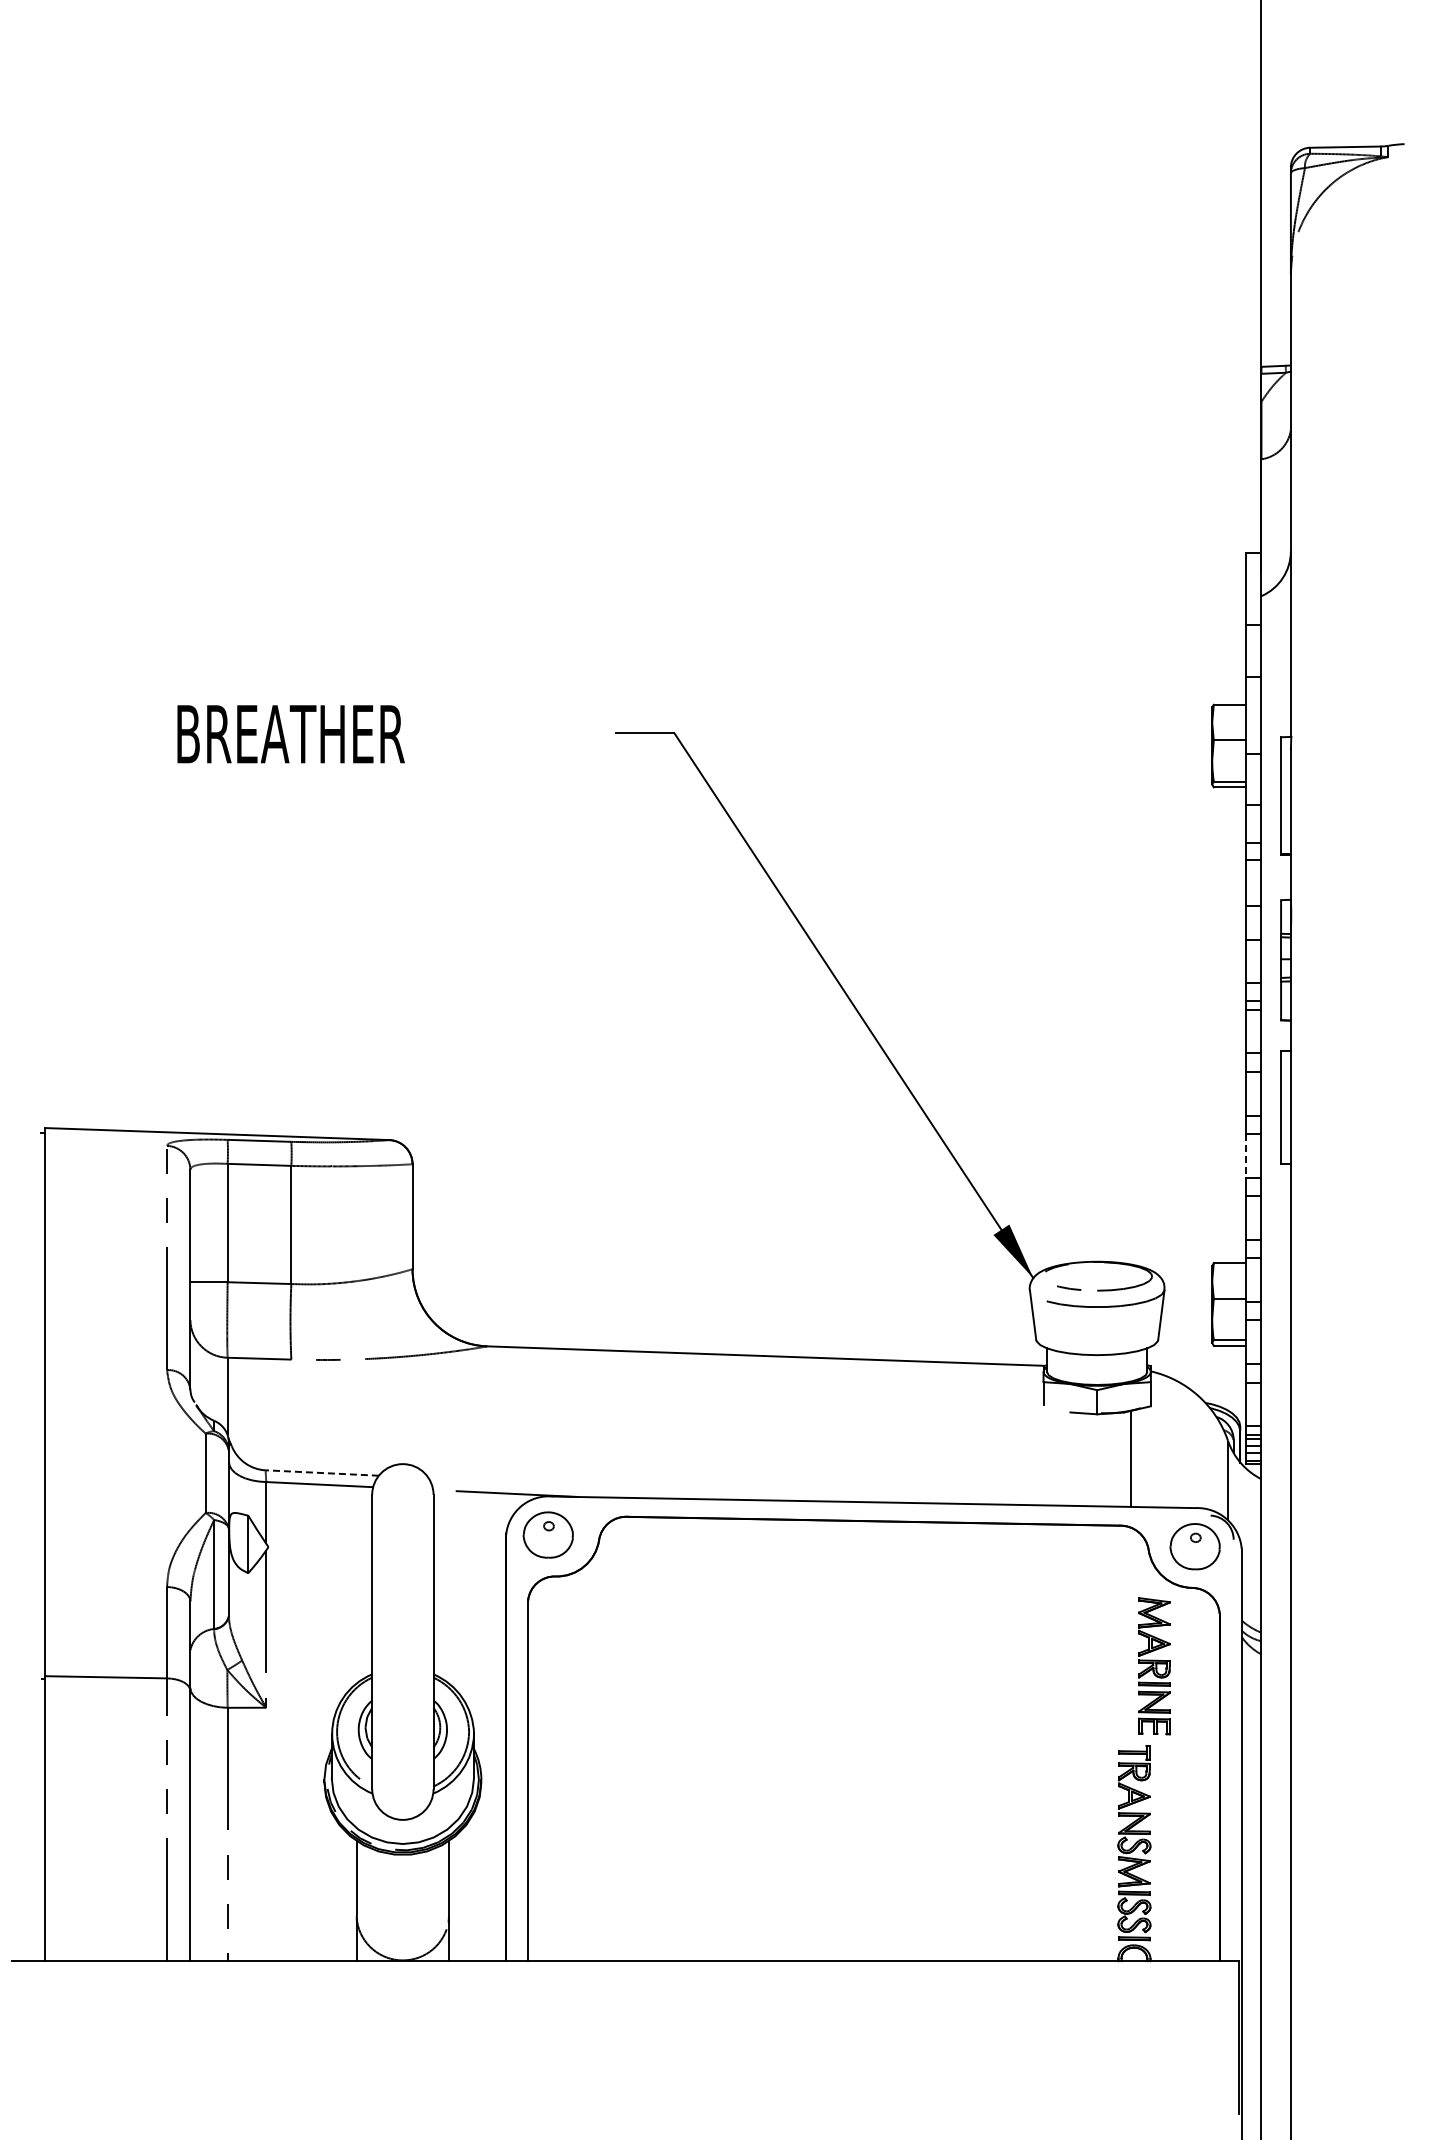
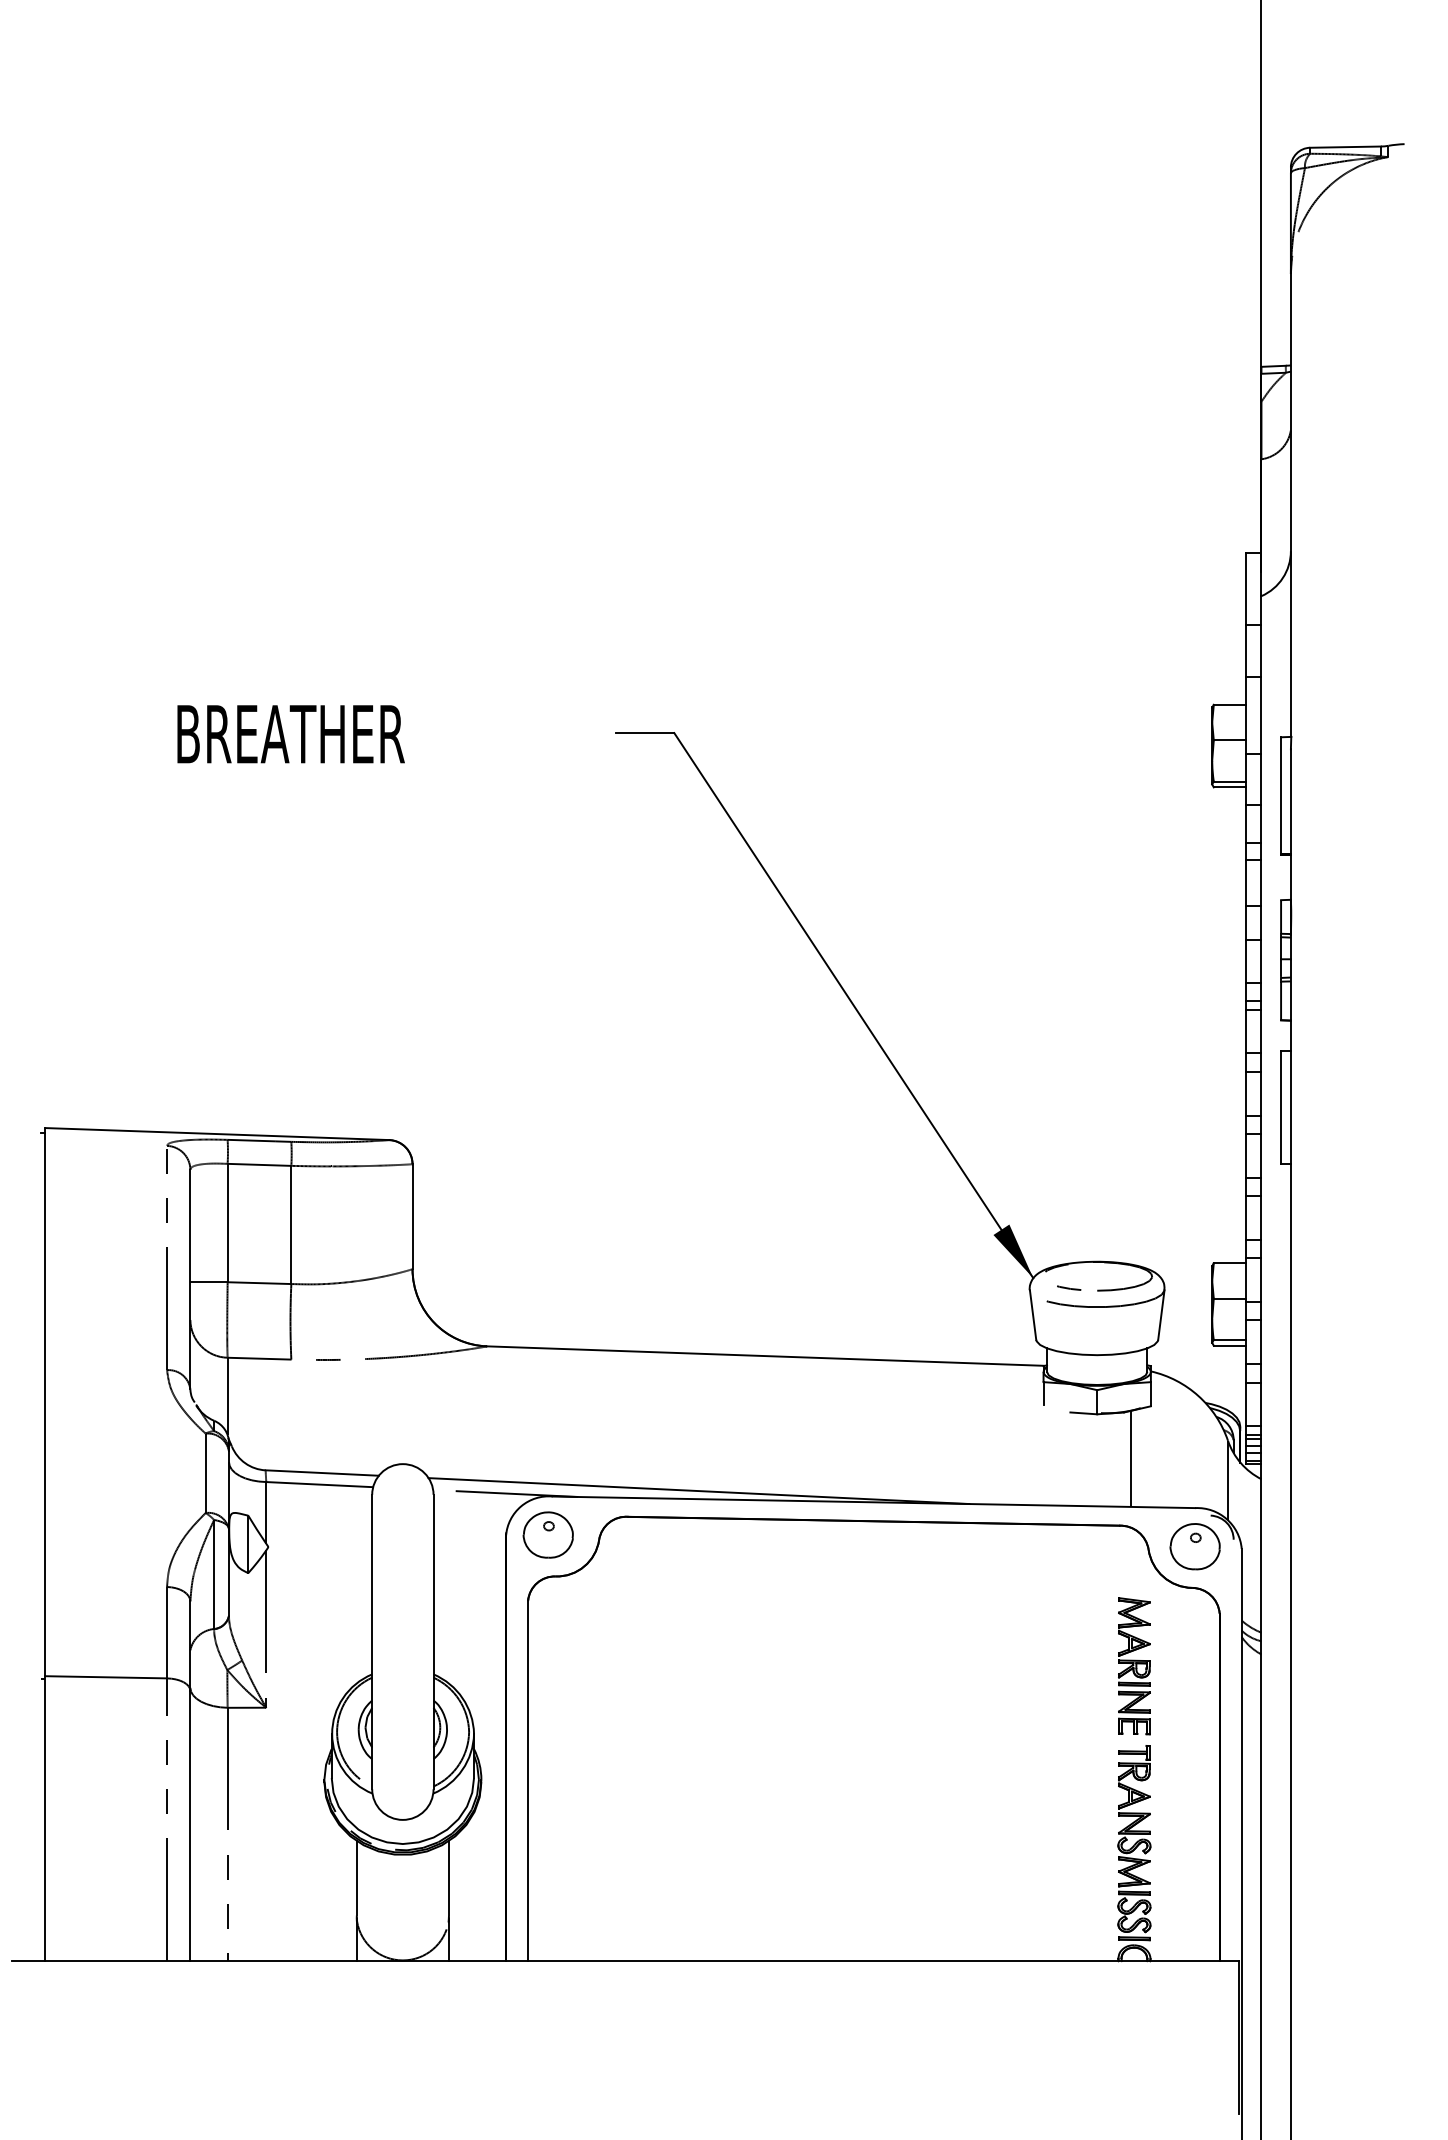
line at (1246, 1155): dashed -> solid
line at (322, 1473): dashed -> solid
line at (698, 1491): none -> present
part at (1154, 1666) position: (1154, 1666) -> (1134, 1666)
